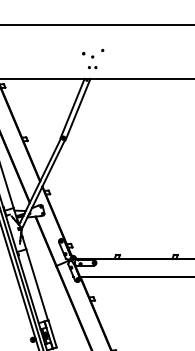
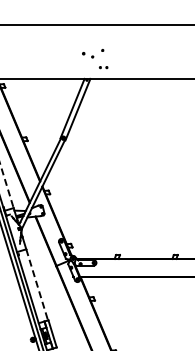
part at (92, 67) position: (92, 67) -> (103, 67)
line at (7, 186): solid -> dashed
line at (37, 285): solid -> dashed
